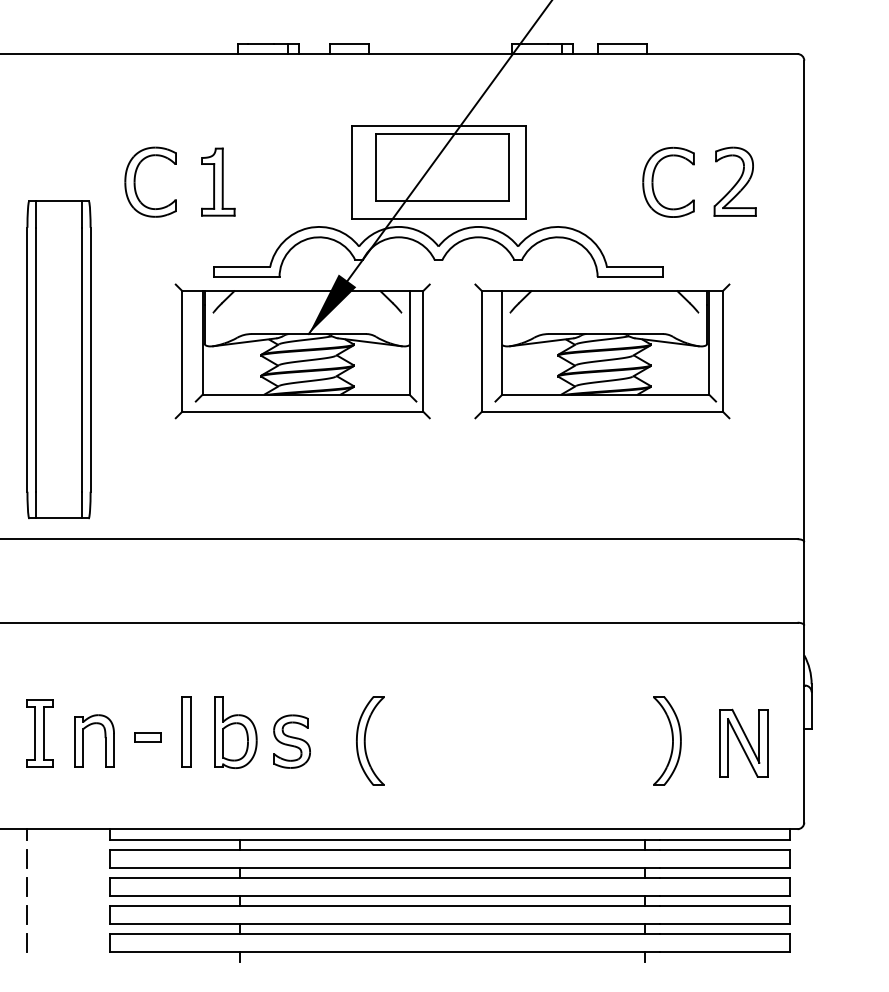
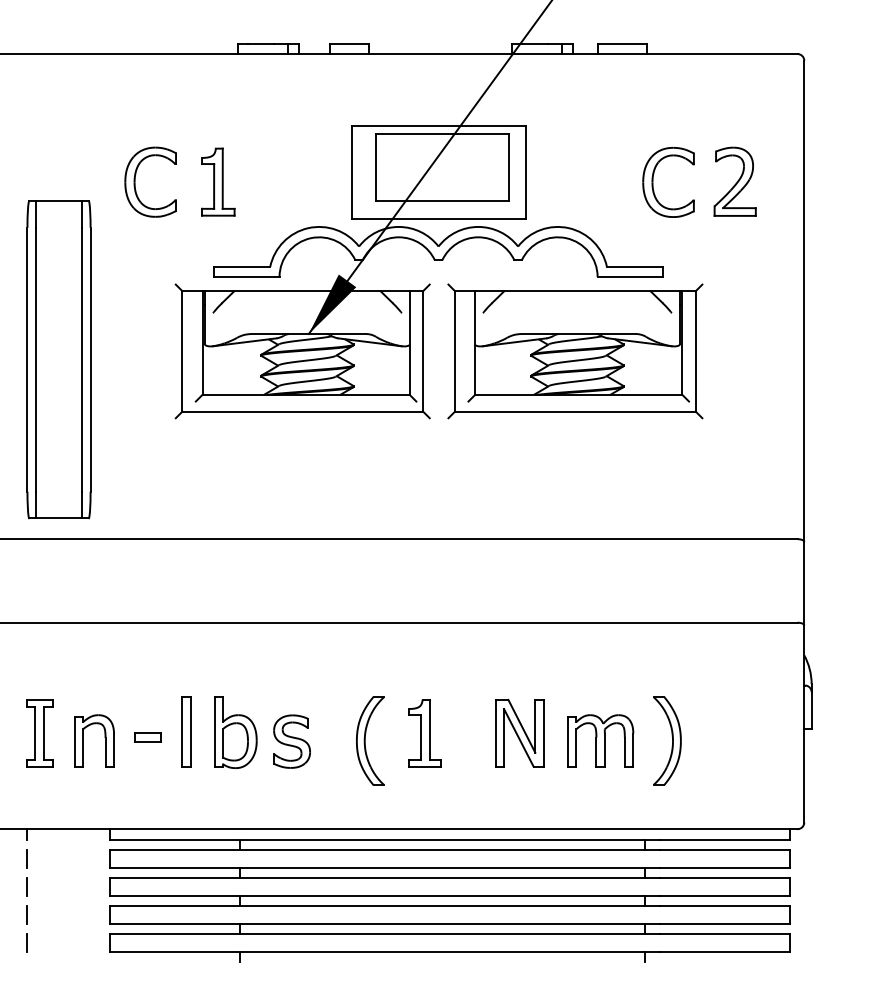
part at (602, 351) position: (602, 351) -> (575, 351)
part at (424, 733): none -> present
part at (600, 740): none -> present
part at (743, 742) position: (743, 742) -> (519, 732)
